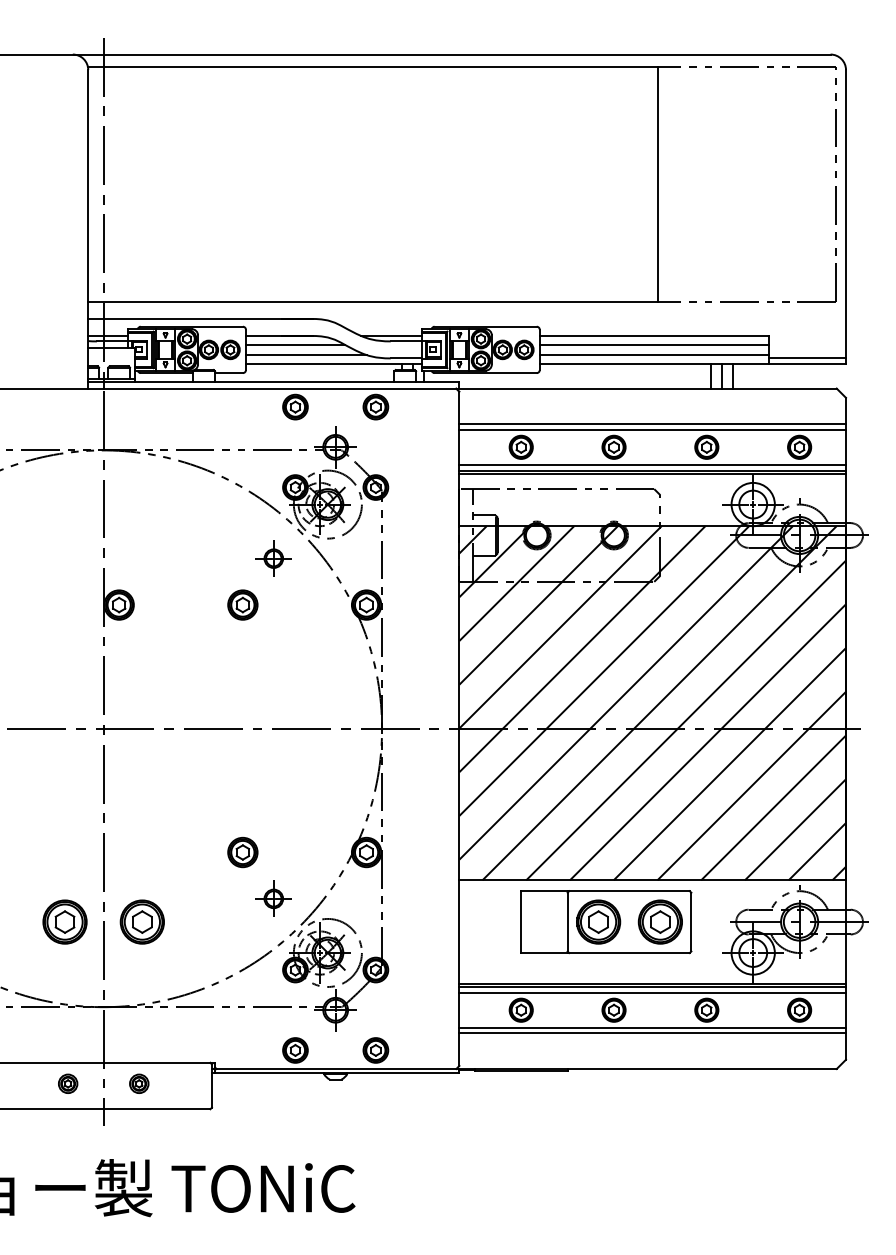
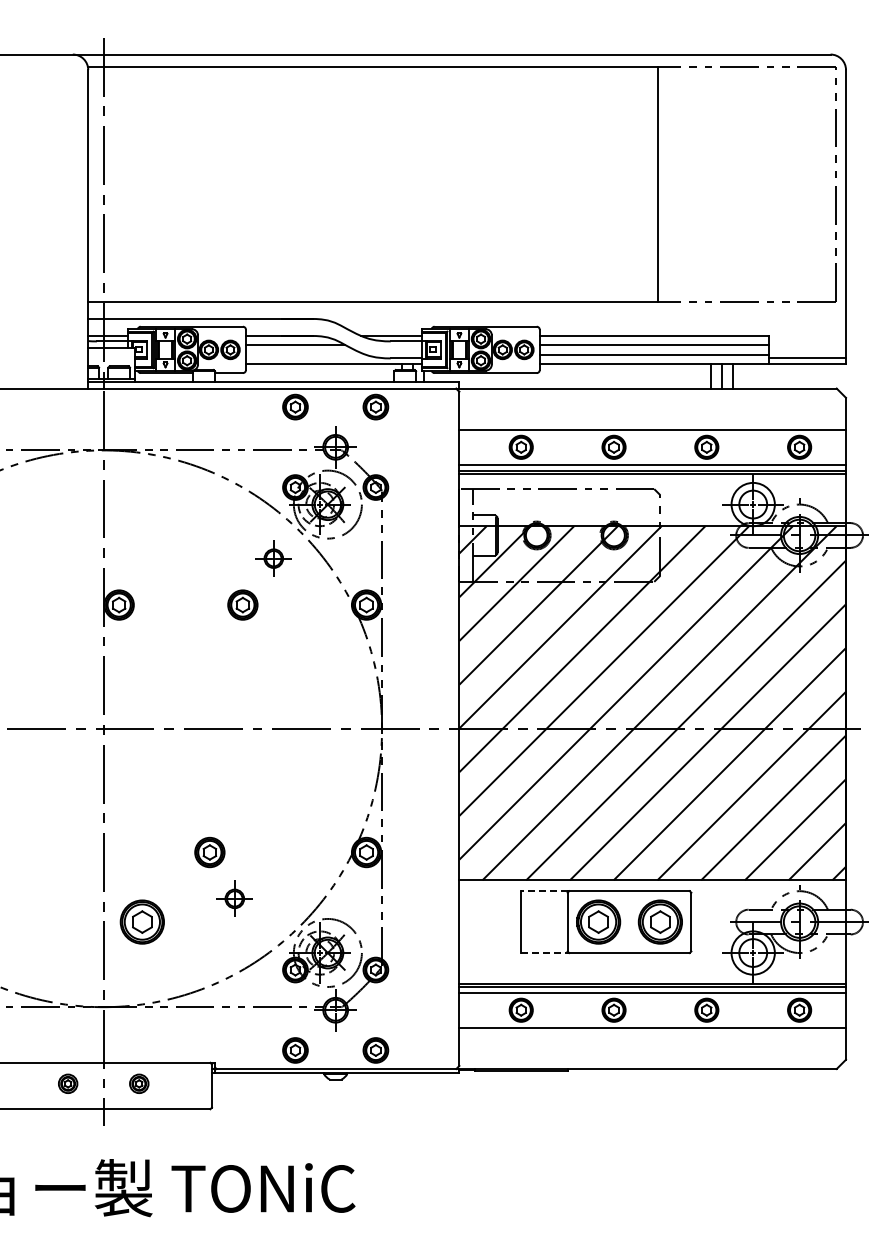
line at (305, 355): present -> none
line at (652, 424): present -> none
part at (242, 852) position: (242, 852) -> (209, 852)
line at (543, 891): solid -> dashed
part at (273, 898) position: (273, 898) -> (234, 898)
part at (64, 921): present -> none
line at (544, 953): solid -> dashed
line at (652, 1033): present -> none
